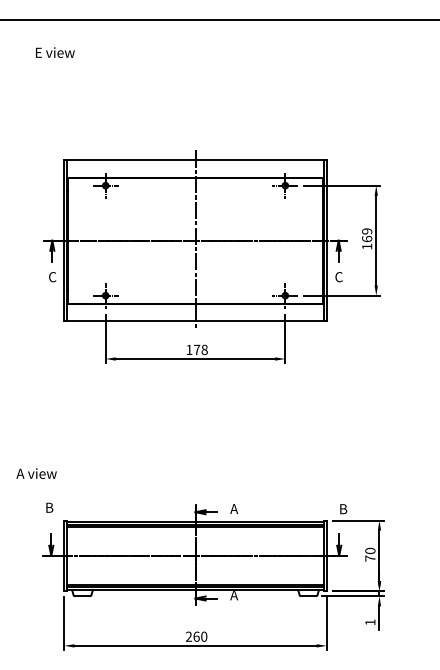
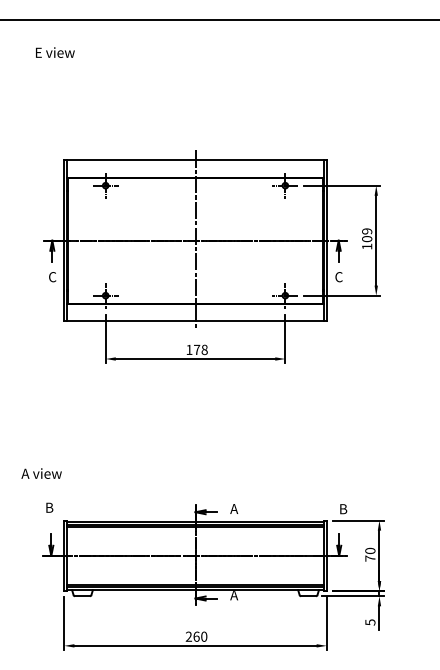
text at (366, 238): 169 -> 109
text at (36, 473) position: (36, 473) -> (41, 473)
text at (370, 622): 1 -> 5
